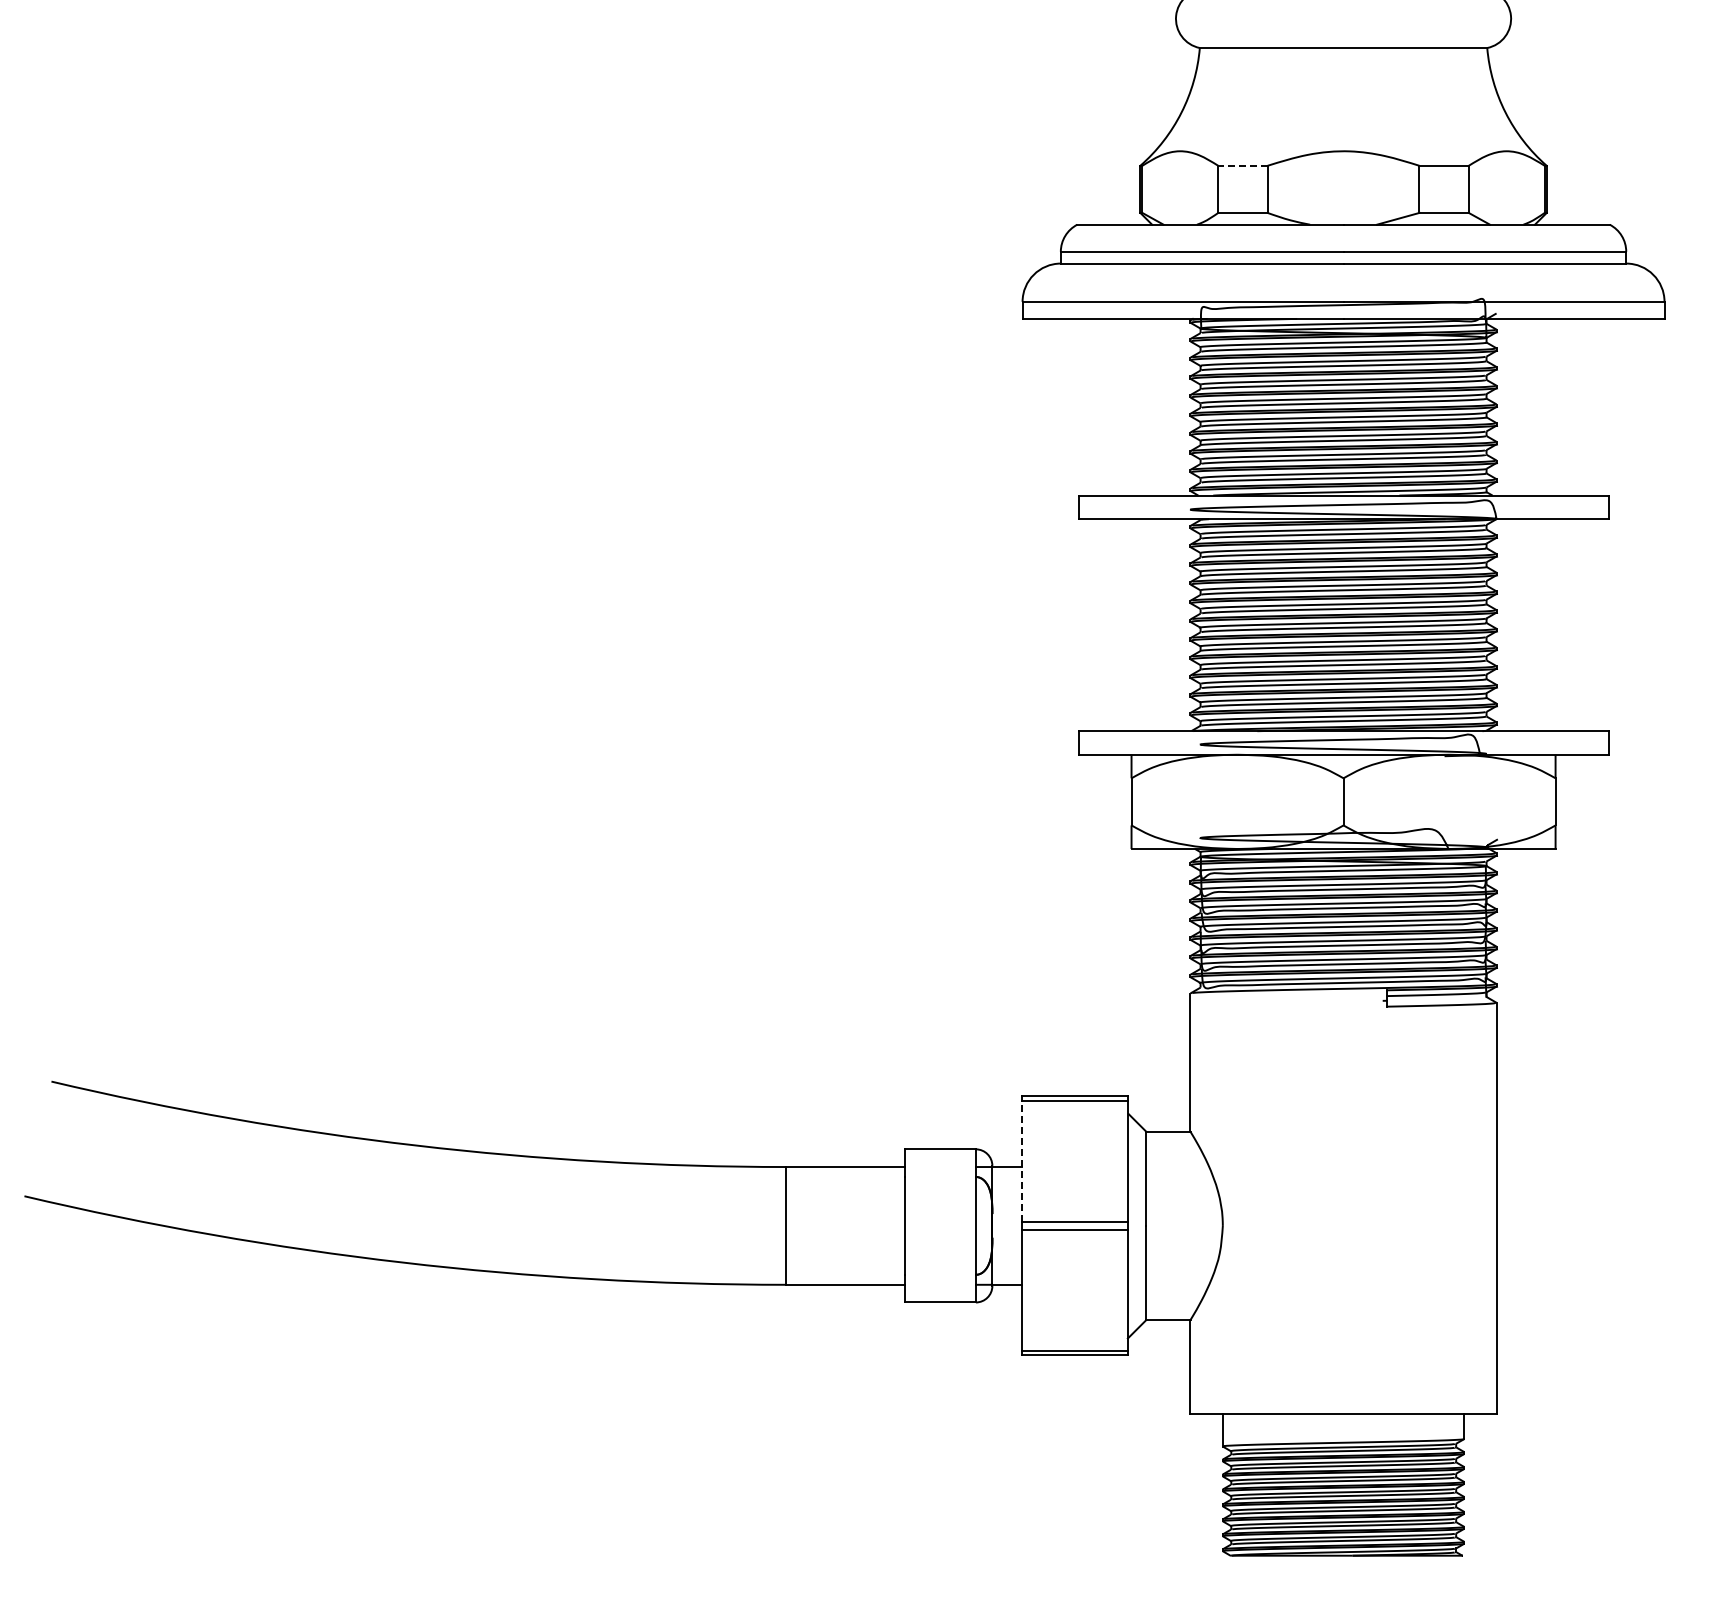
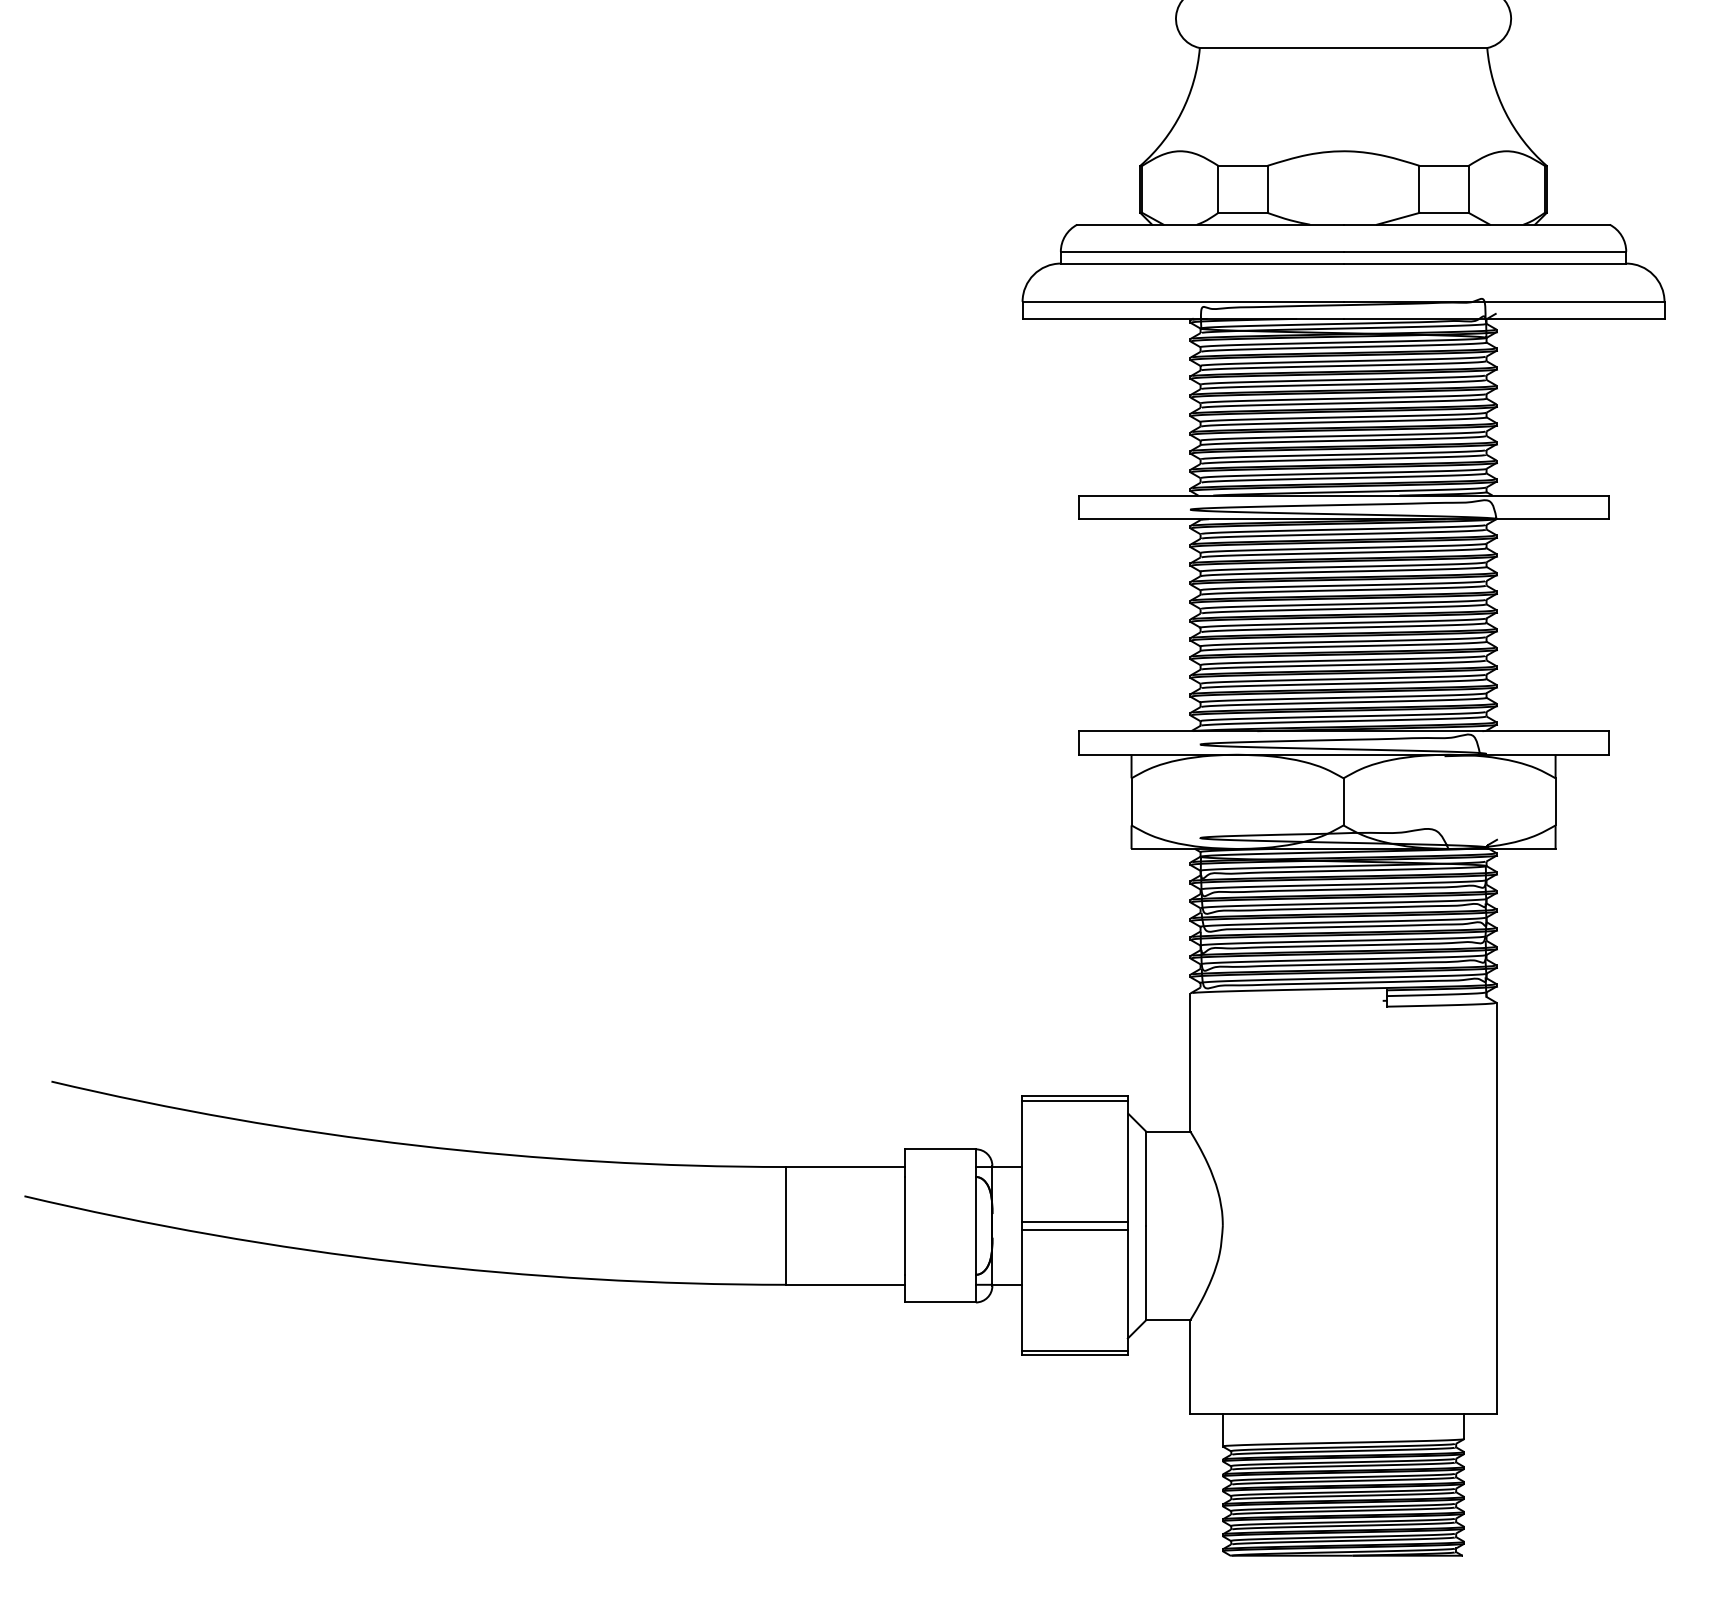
line at (1242, 165): dashed -> solid
line at (1021, 1161): dashed -> solid
